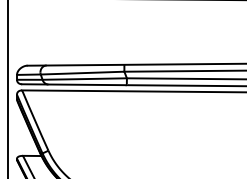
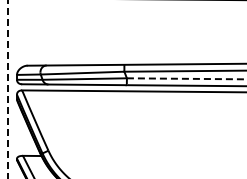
line at (186, 78): solid -> dashed
line at (8, 89): solid -> dashed
